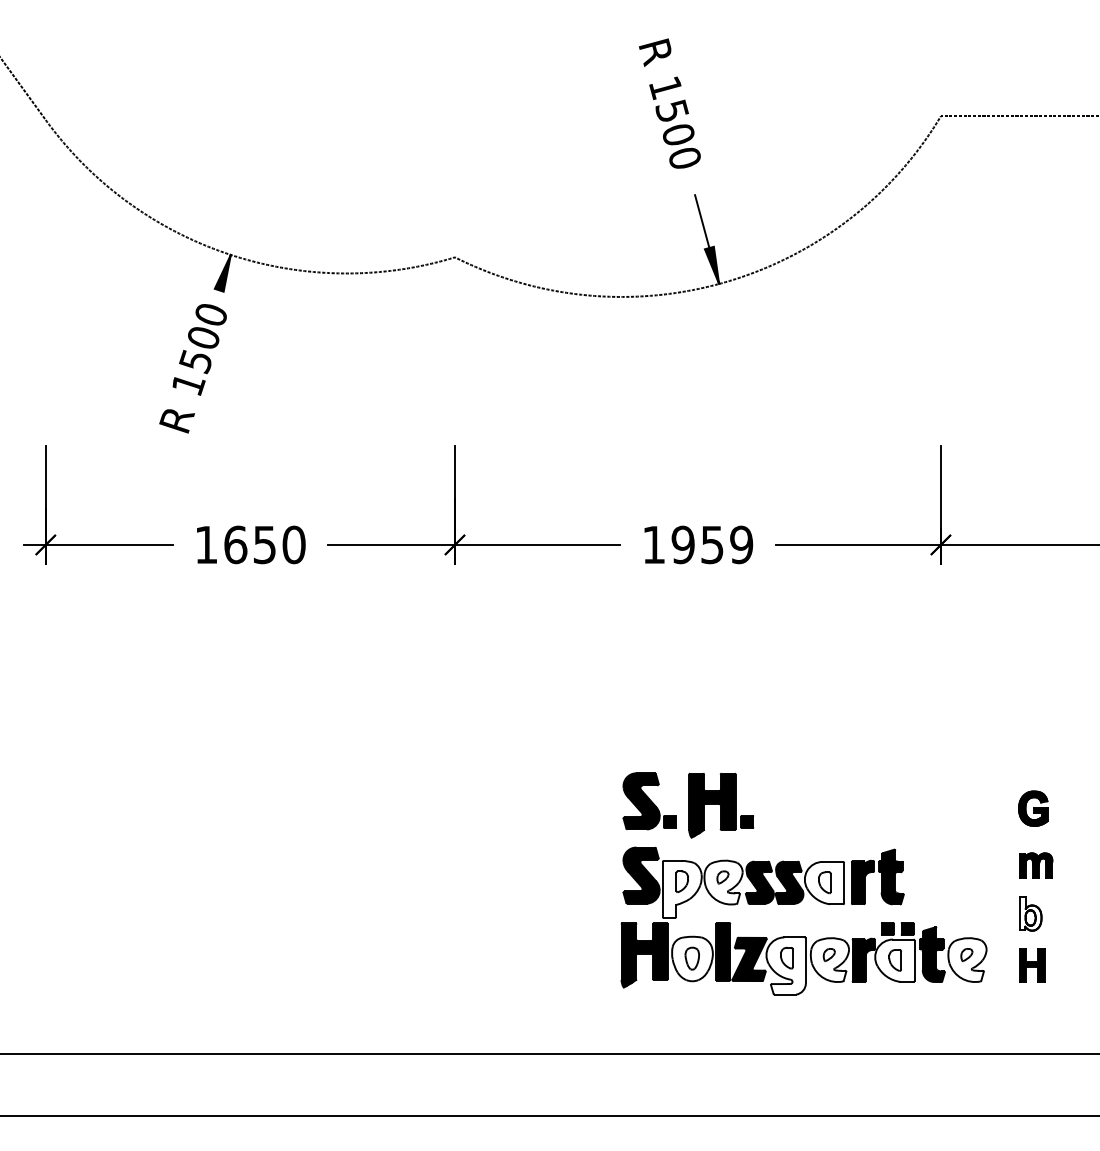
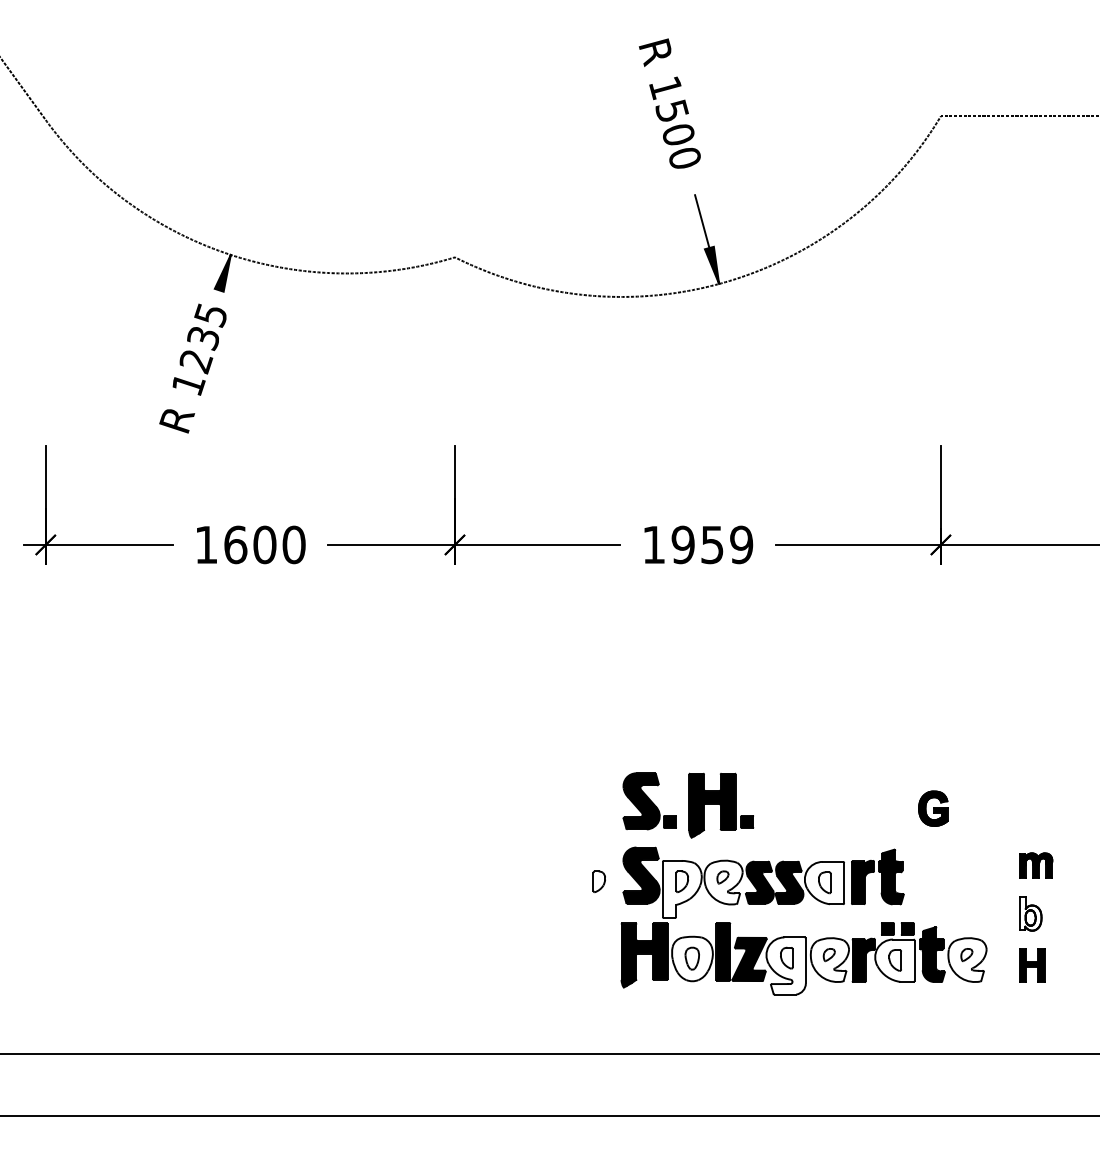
text at (202, 338): 1500 -> 1235
text at (264, 544): 1650 -> 1600
part at (1033, 808) position: (1033, 808) -> (933, 808)
part at (598, 881): none -> present
